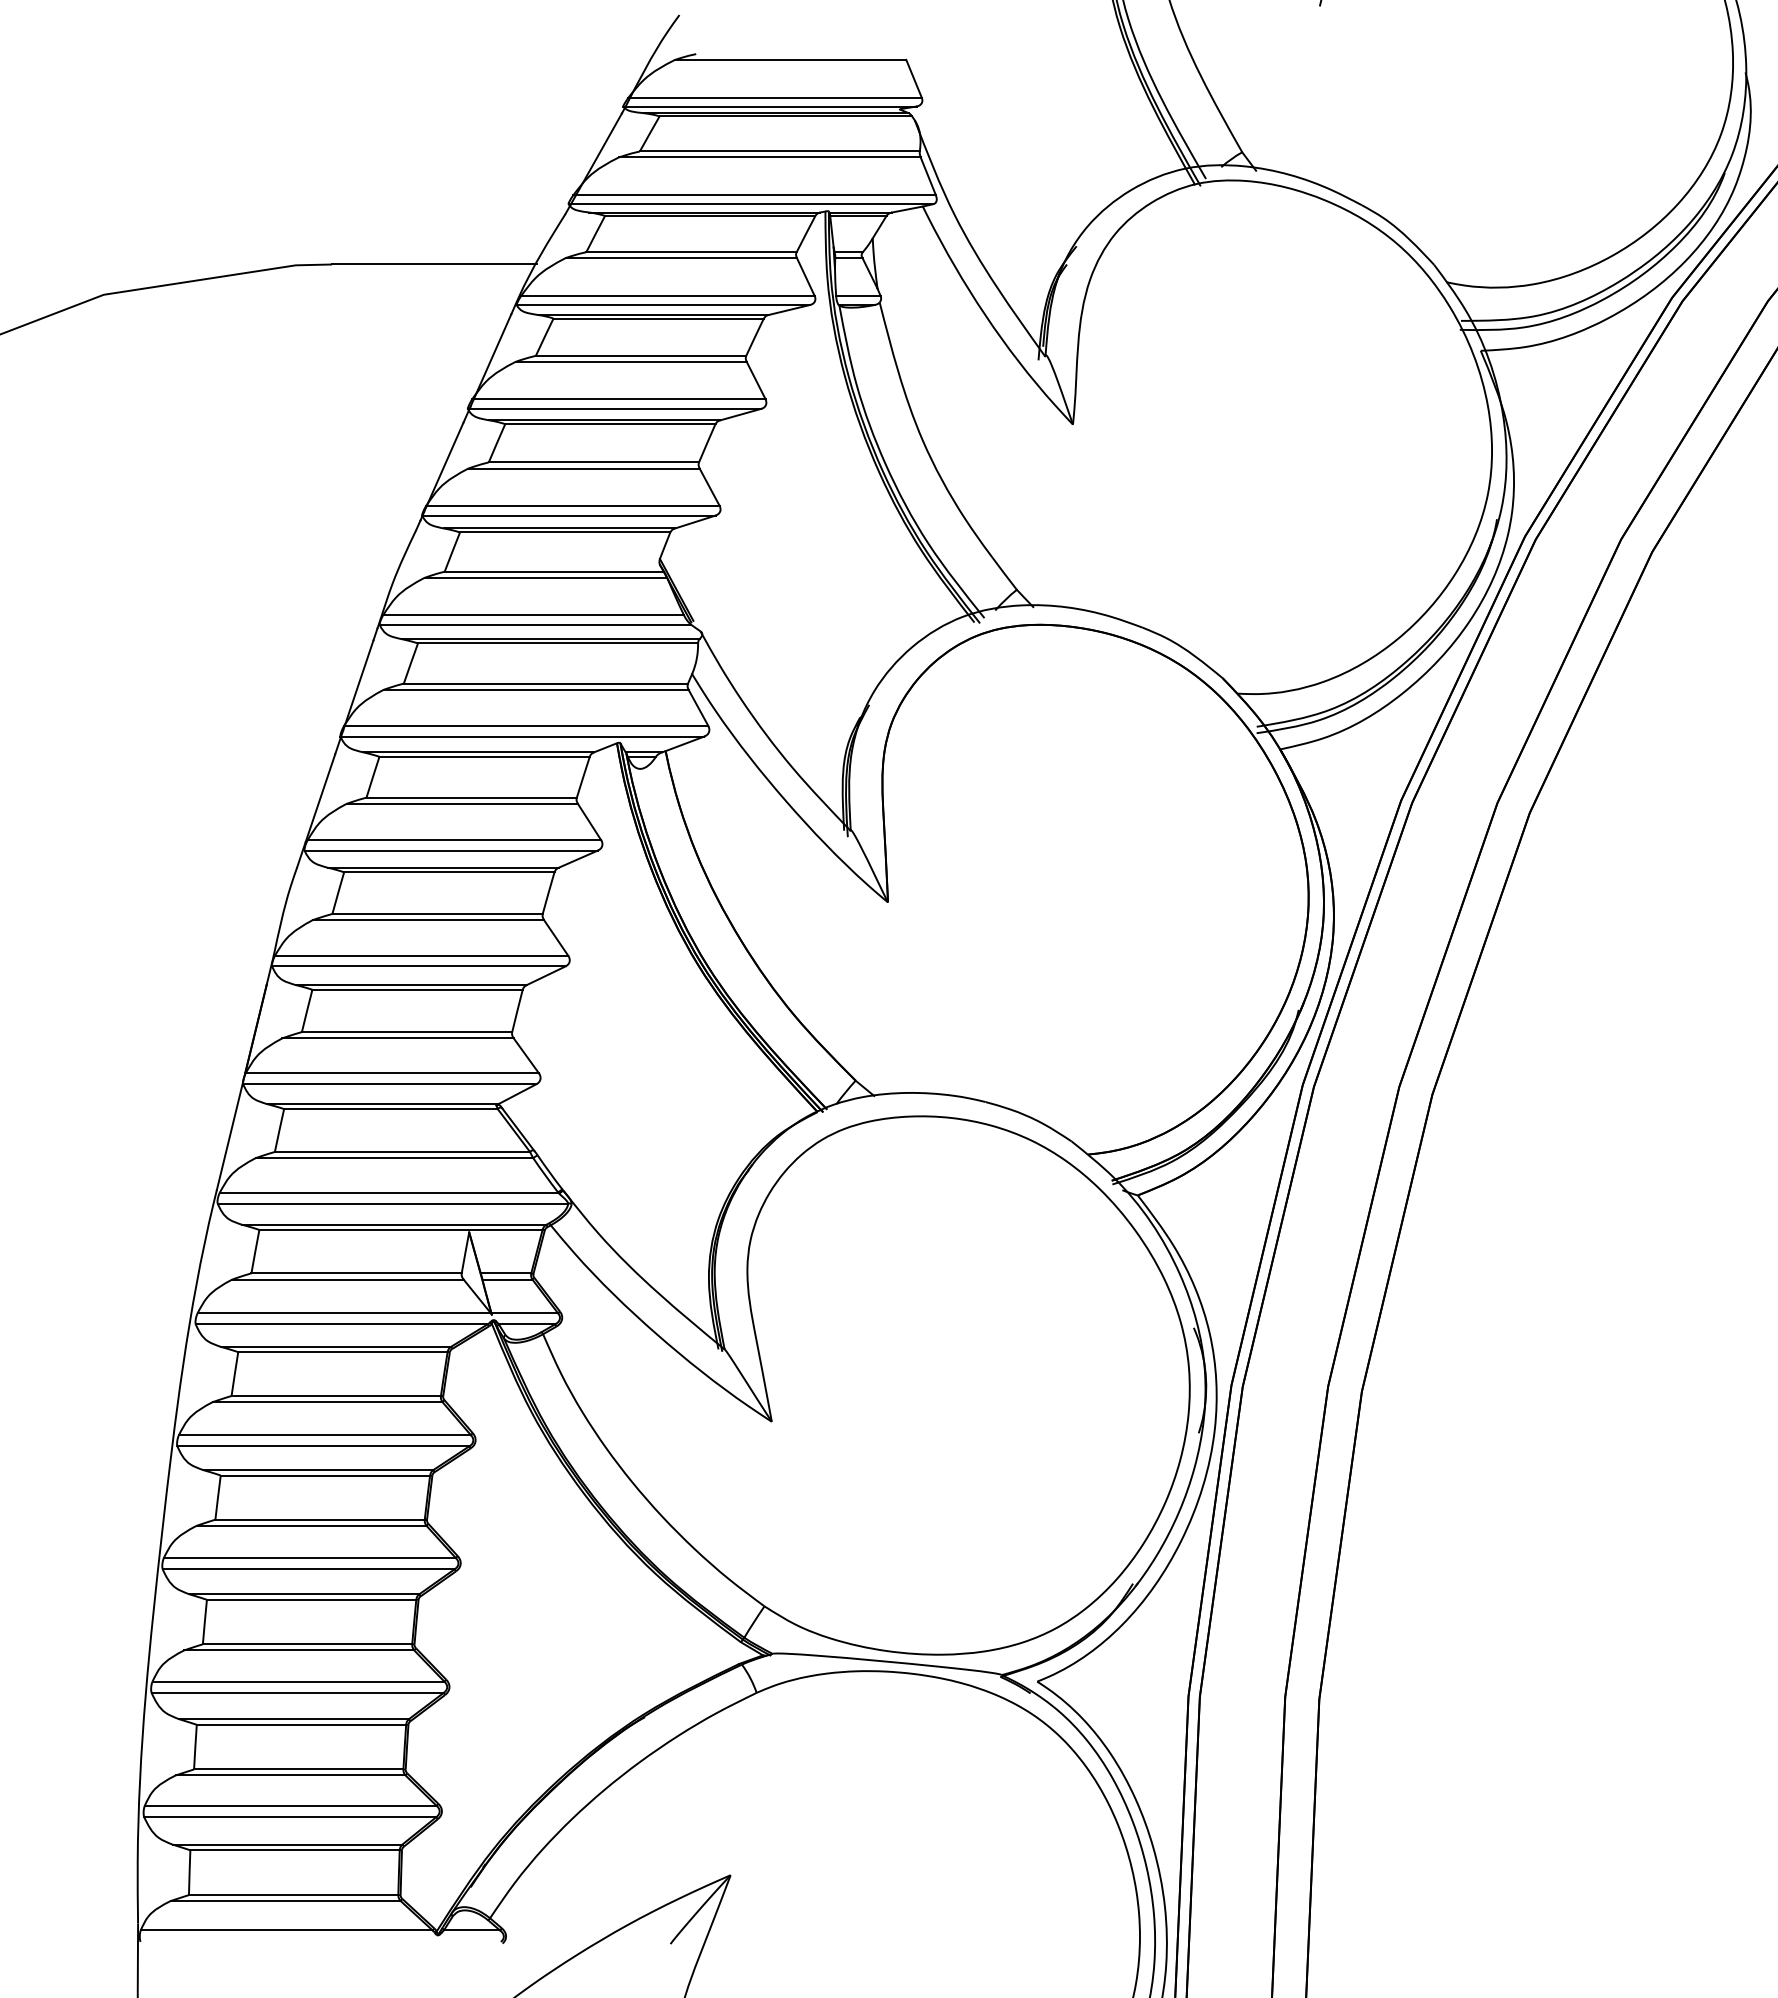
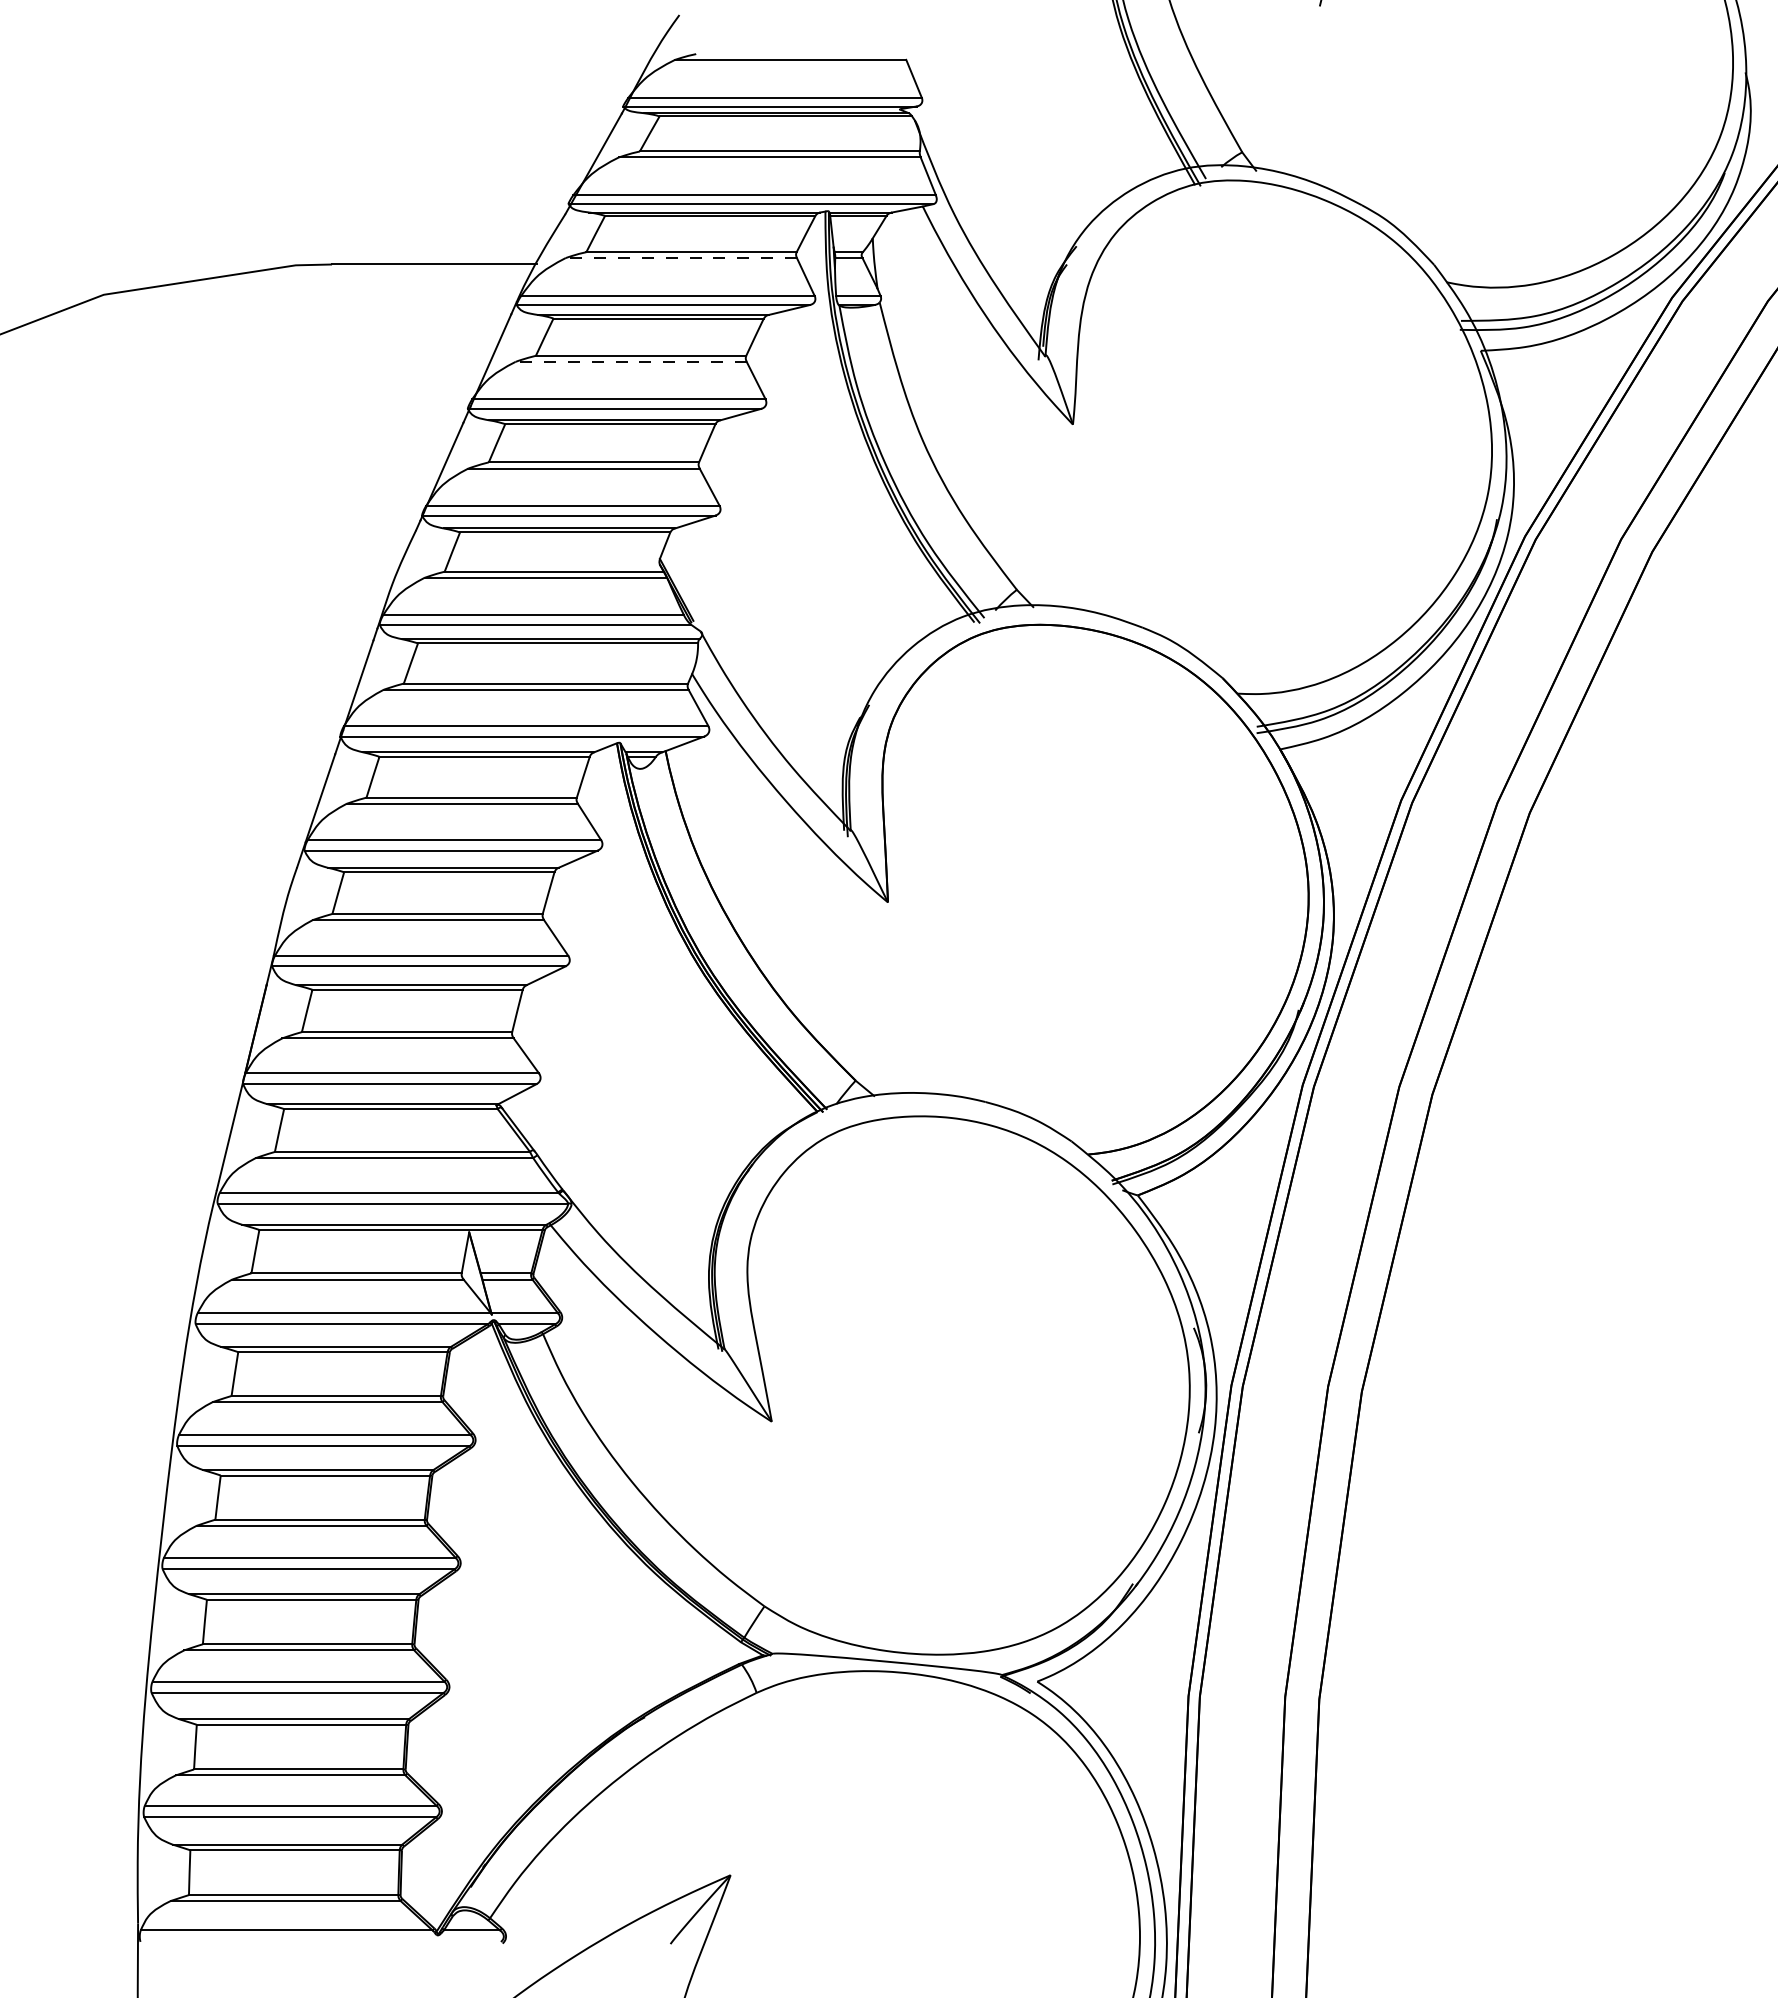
line at (681, 258): solid -> dashed
line at (631, 361): solid -> dashed
